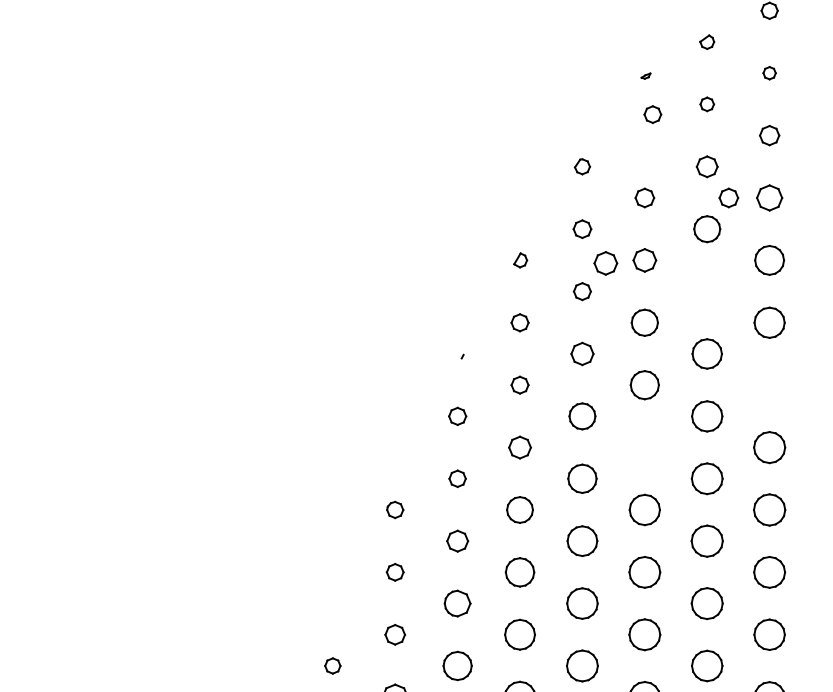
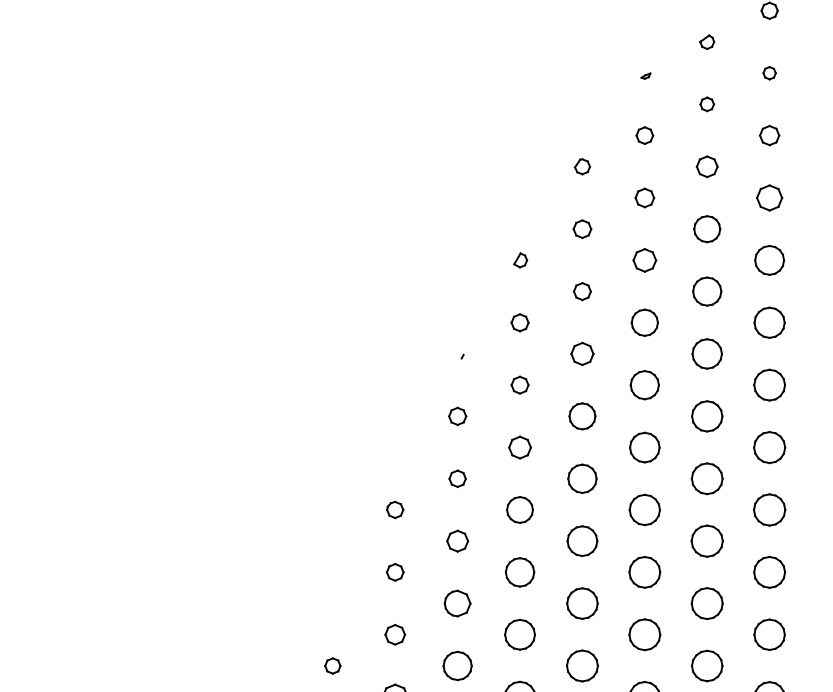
part at (652, 114) position: (652, 114) -> (644, 135)
part at (728, 197): present -> none
part at (605, 263): present -> none
part at (707, 291): none -> present
part at (769, 384): none -> present
part at (644, 447): none -> present
